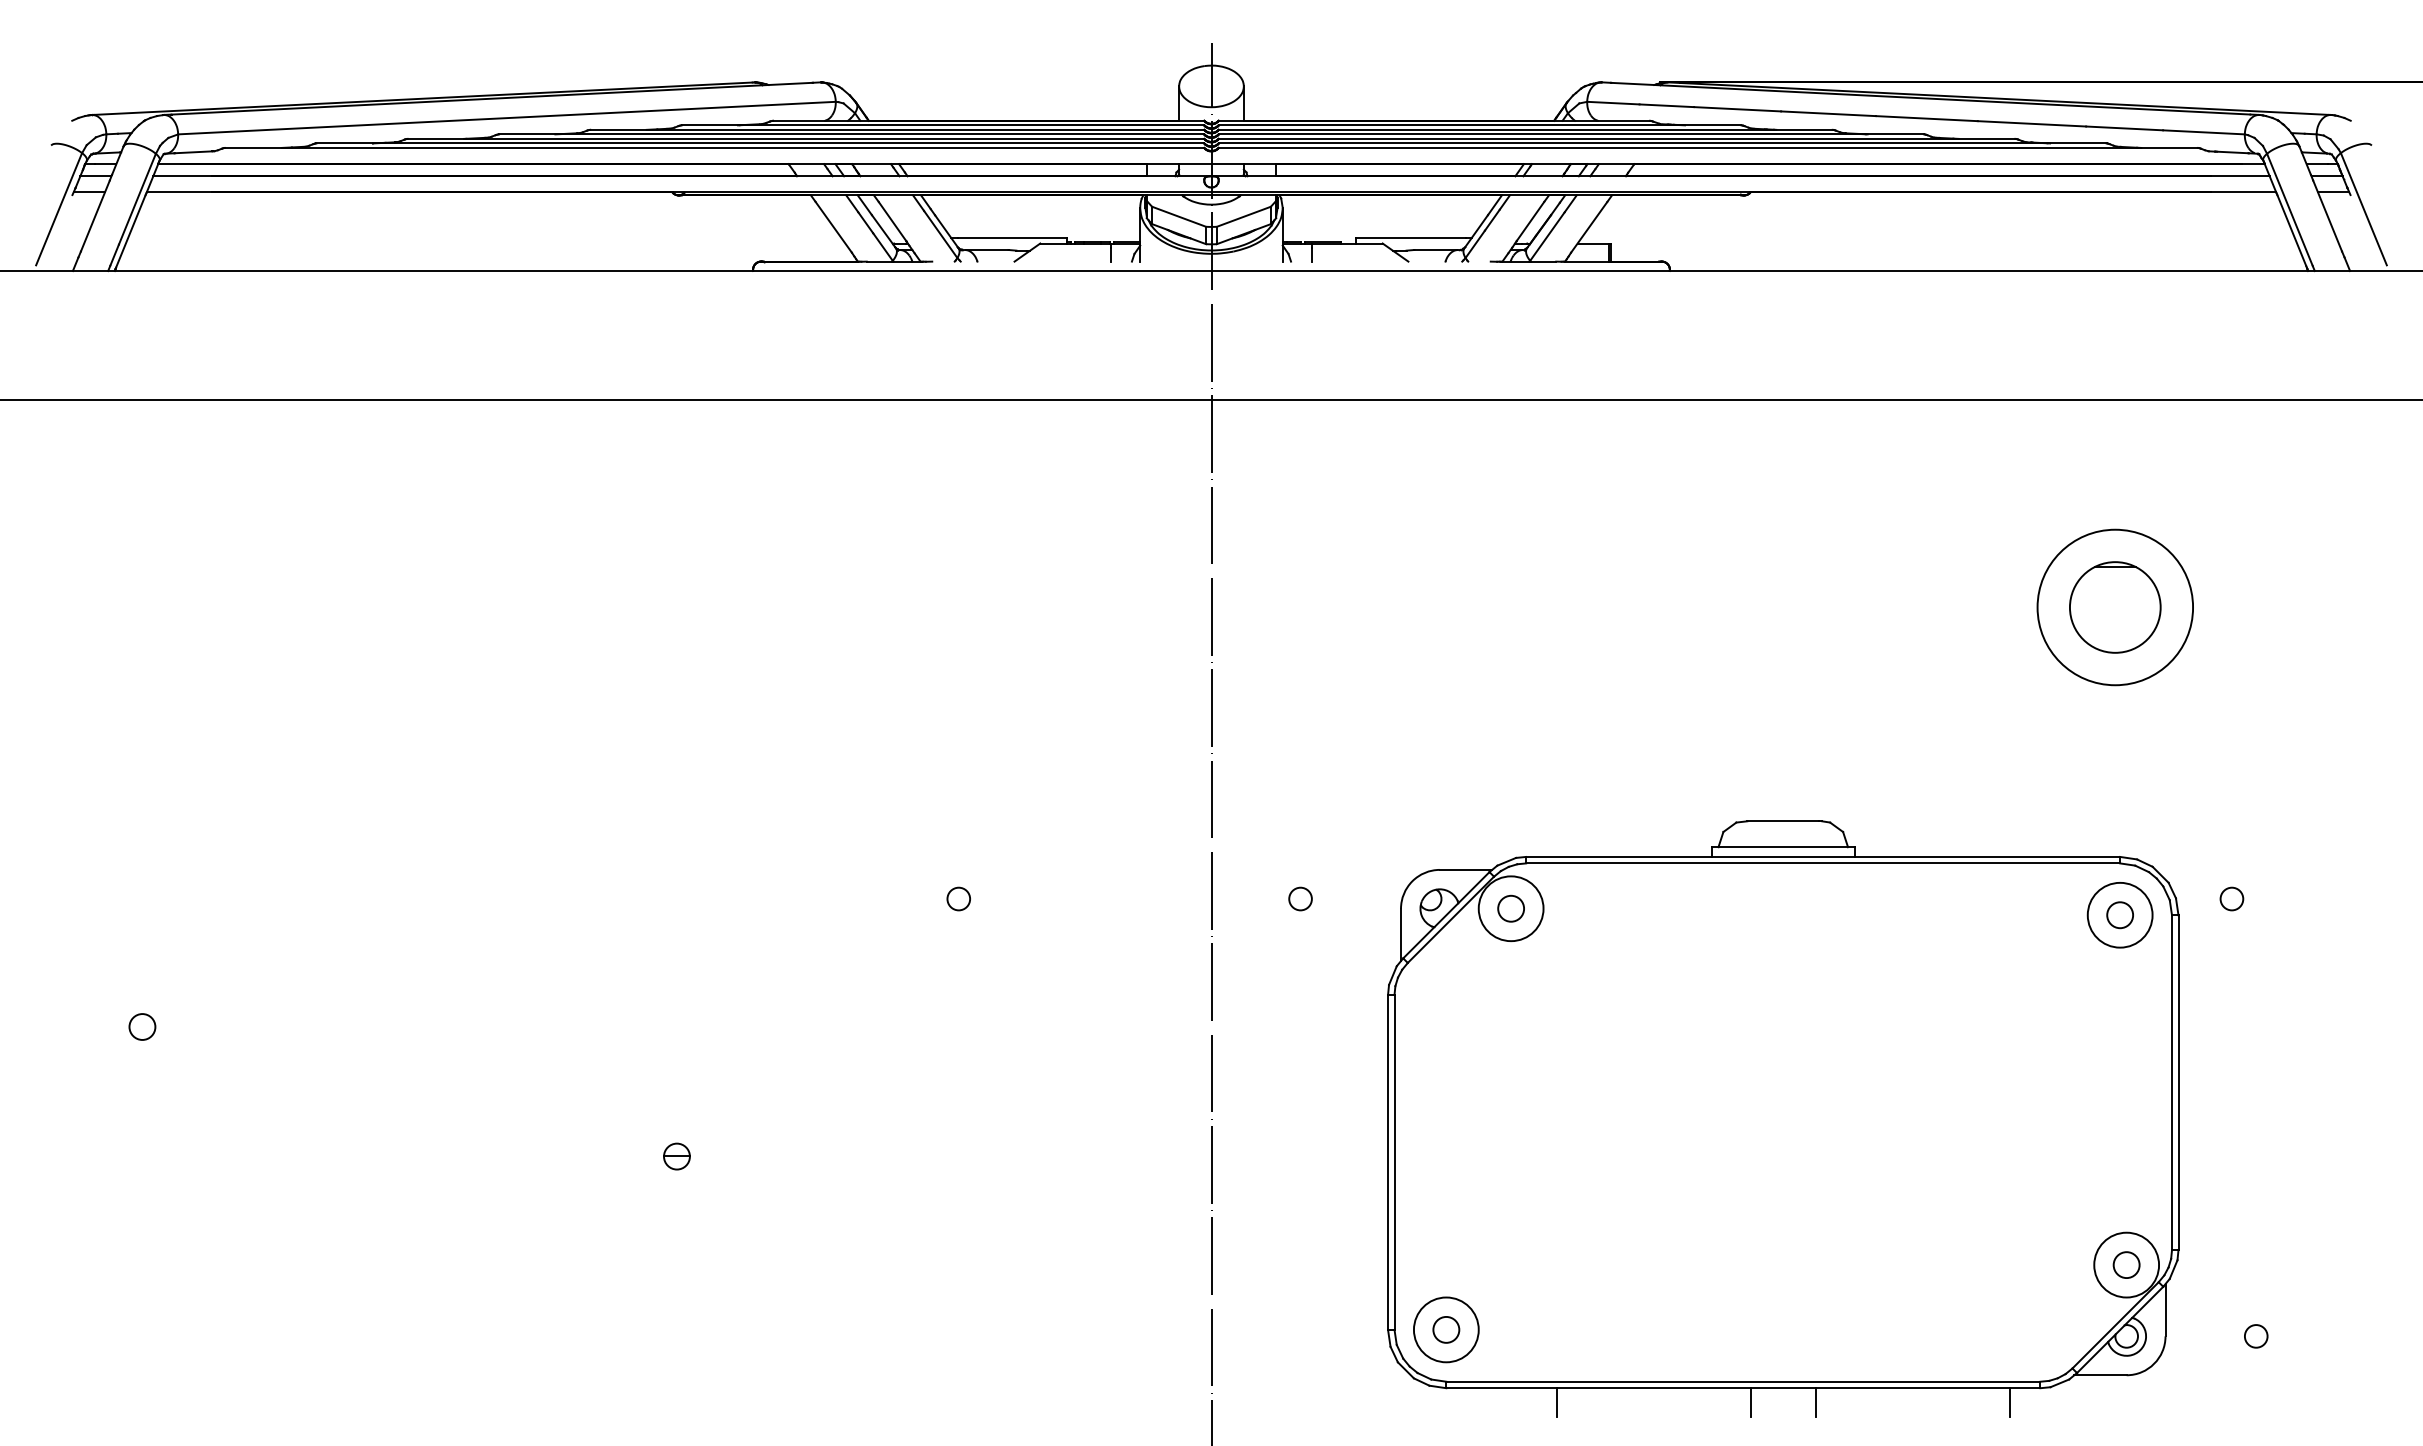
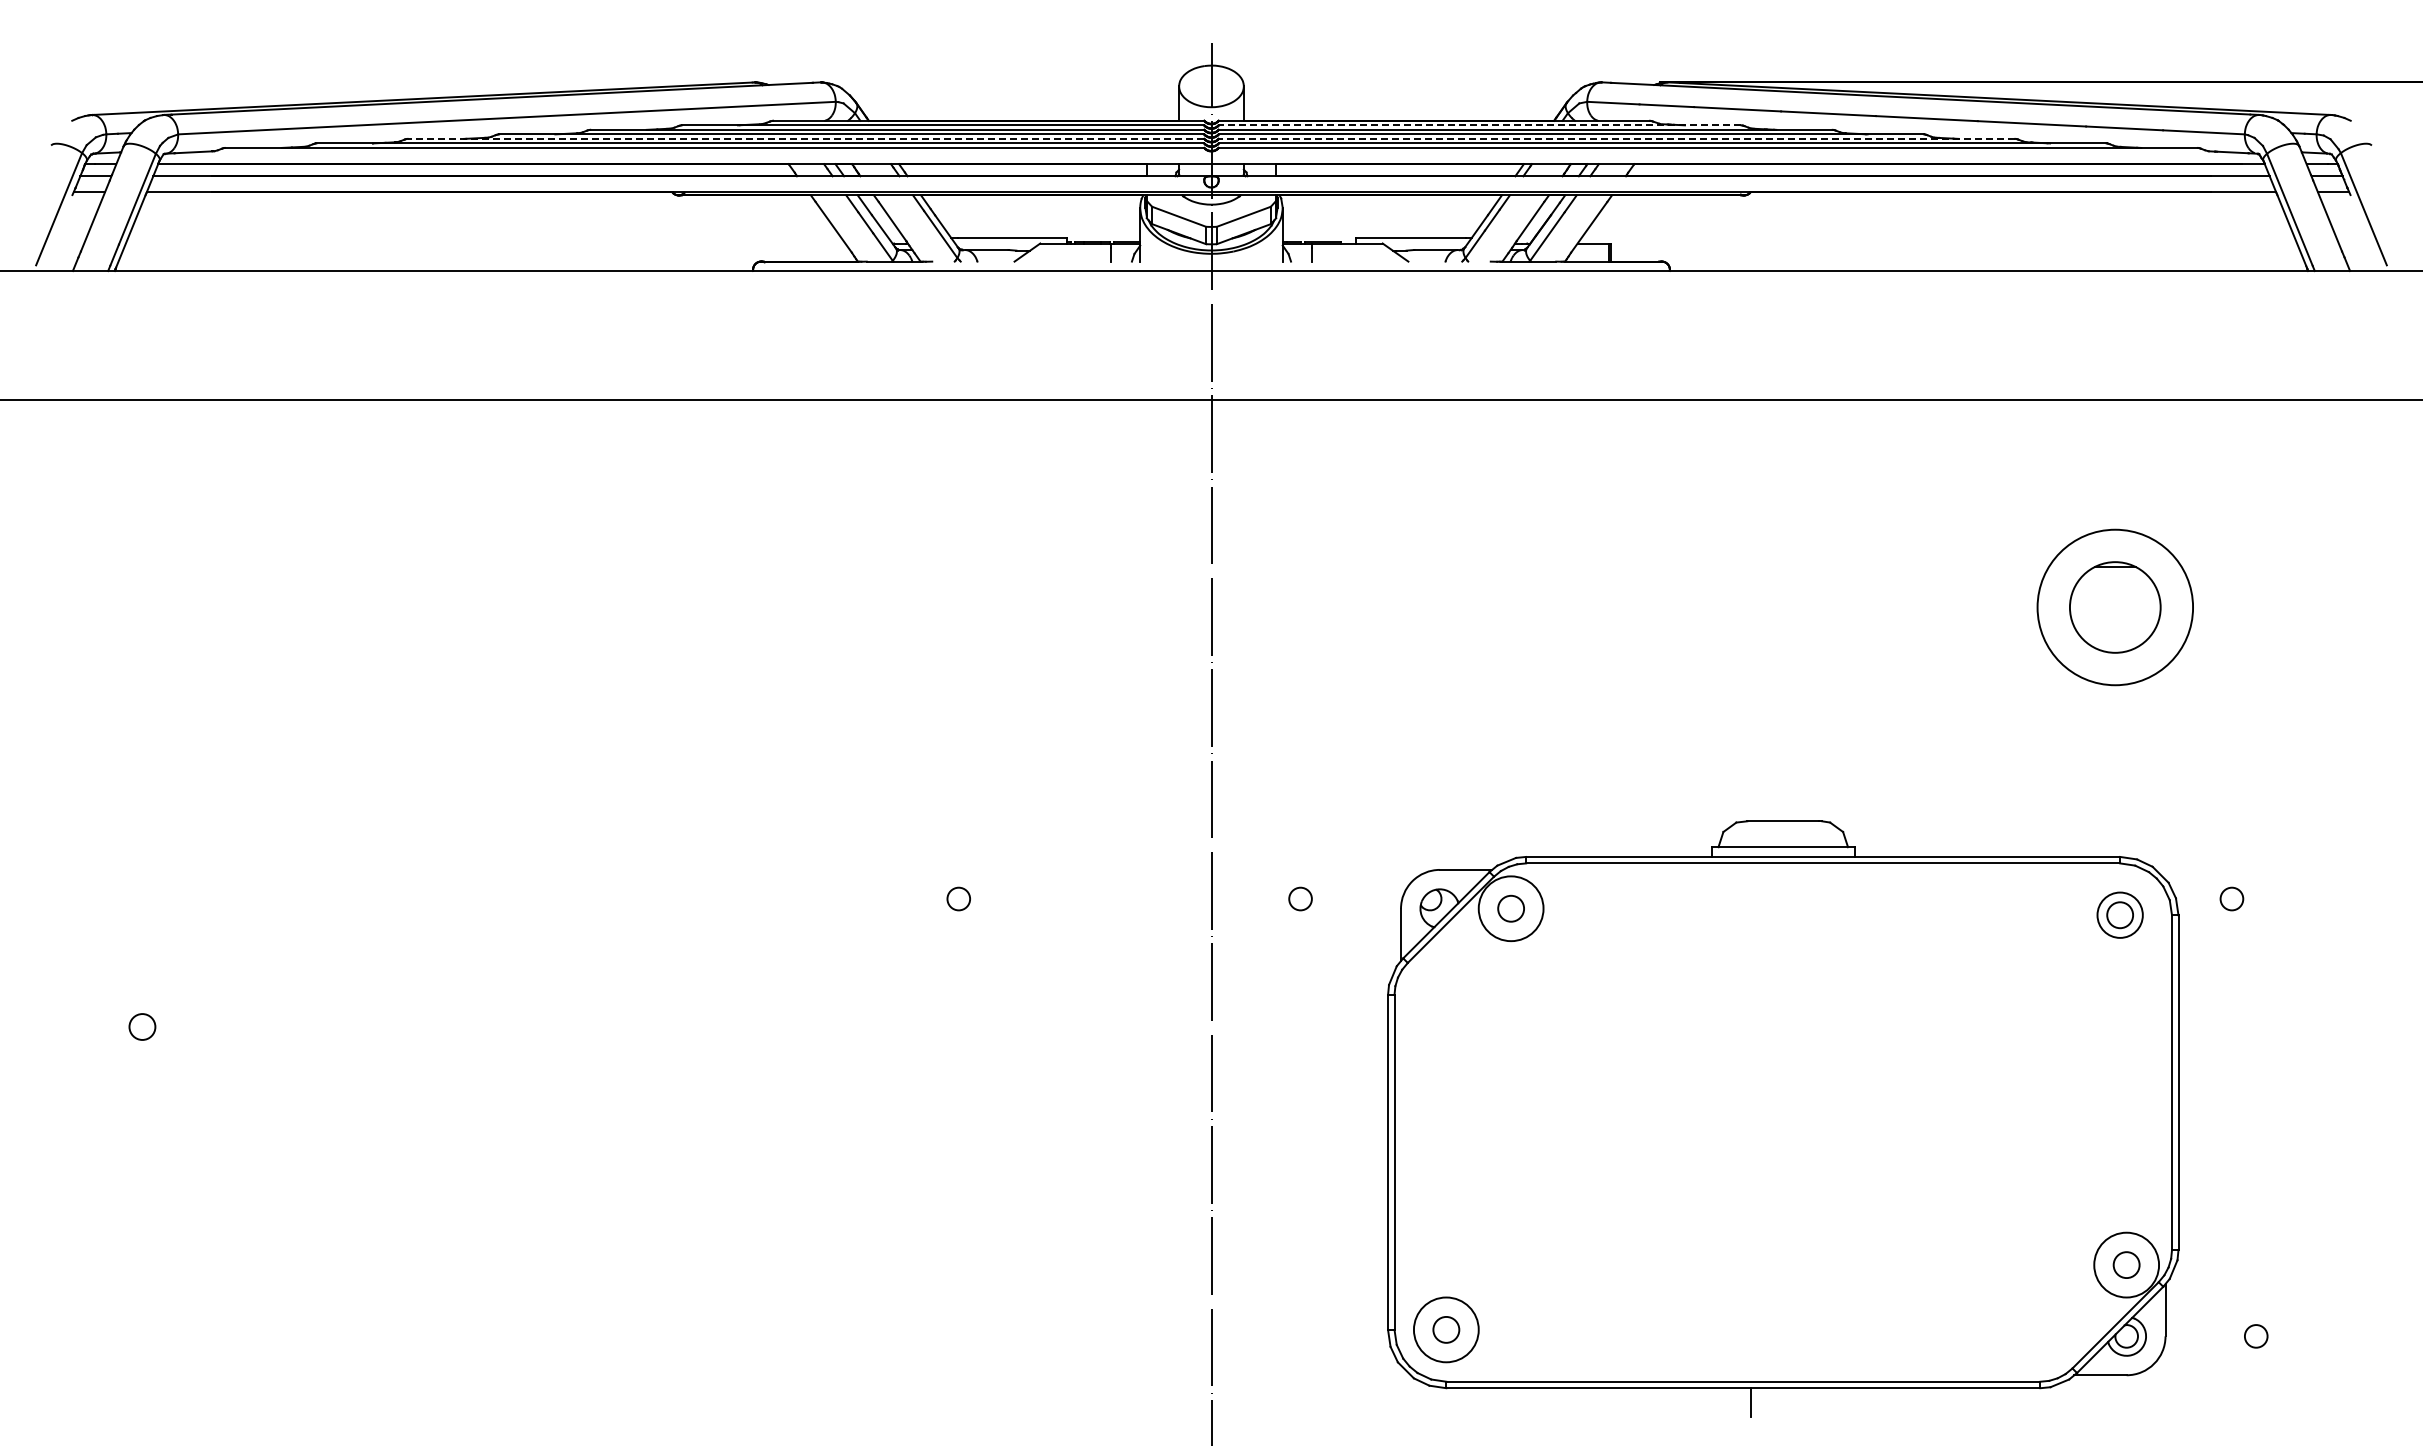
line at (1479, 125): solid -> dashed
line at (805, 138): solid -> dashed
line at (1616, 138): solid -> dashed
circle at (2119, 914) diameter: 65 px -> 45 px
part at (676, 1156): present -> none
line at (1556, 1402): present -> none
line at (1815, 1402): present -> none
line at (2010, 1402): present -> none
